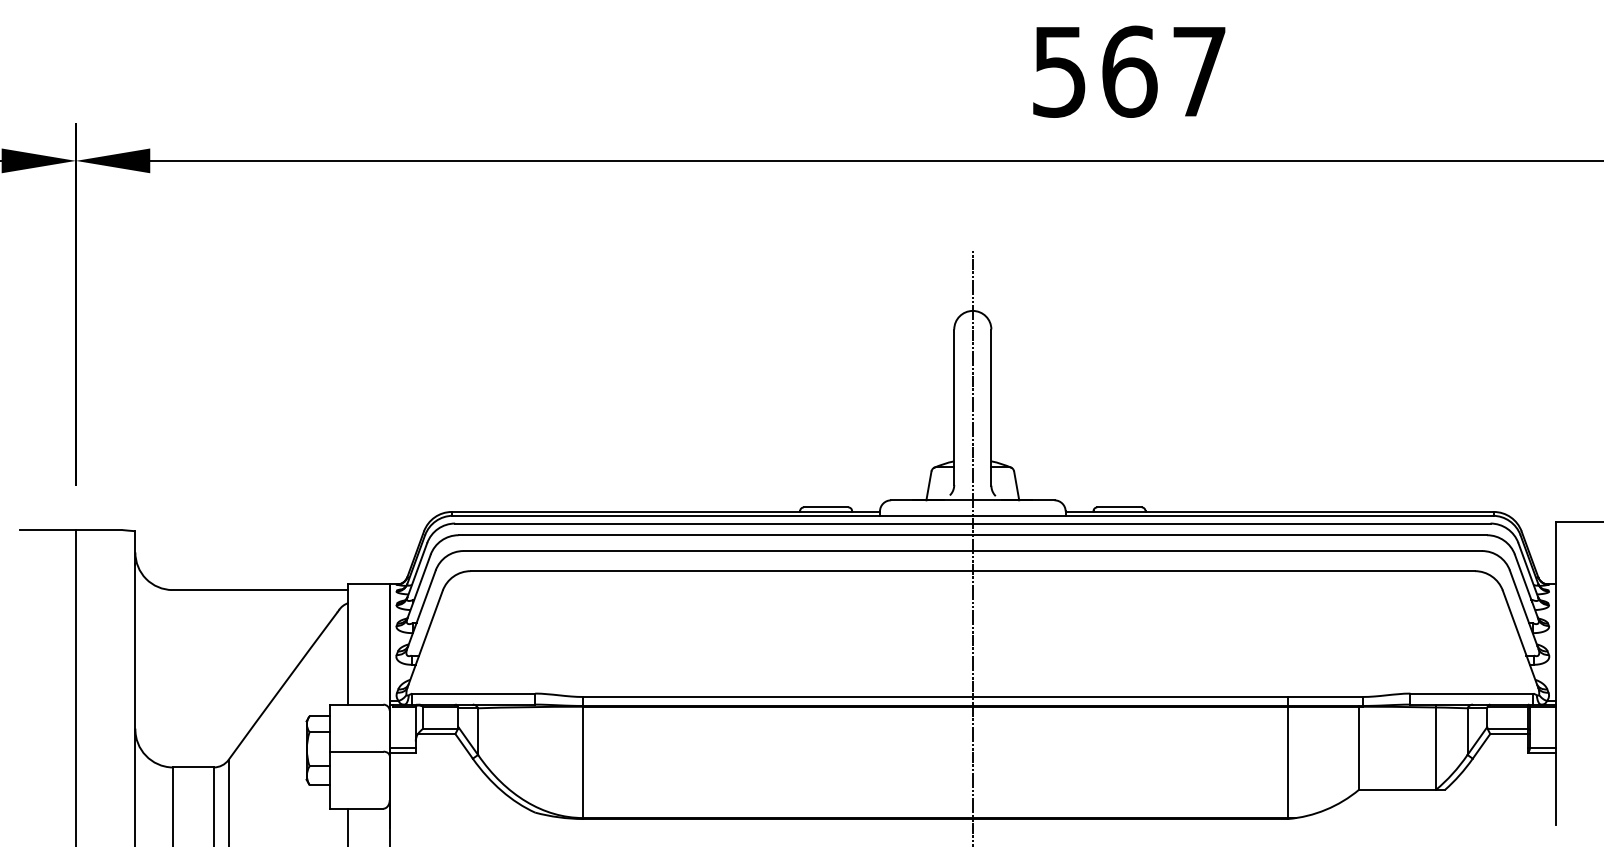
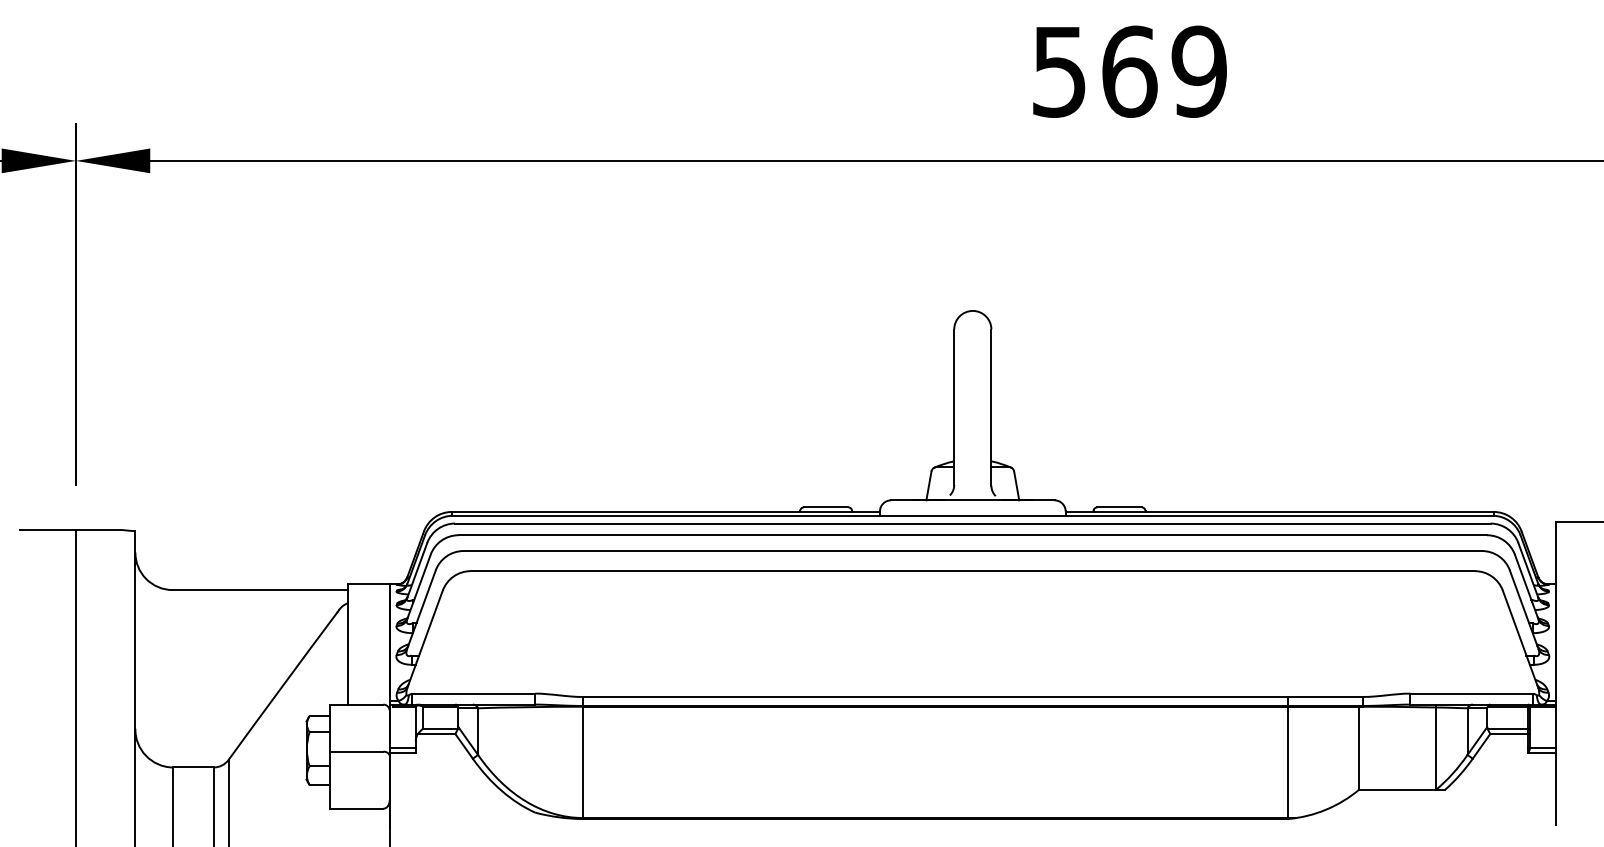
text at (1198, 71): 567 -> 569
line at (972, 547): present -> none
line at (347, 825): present -> none
